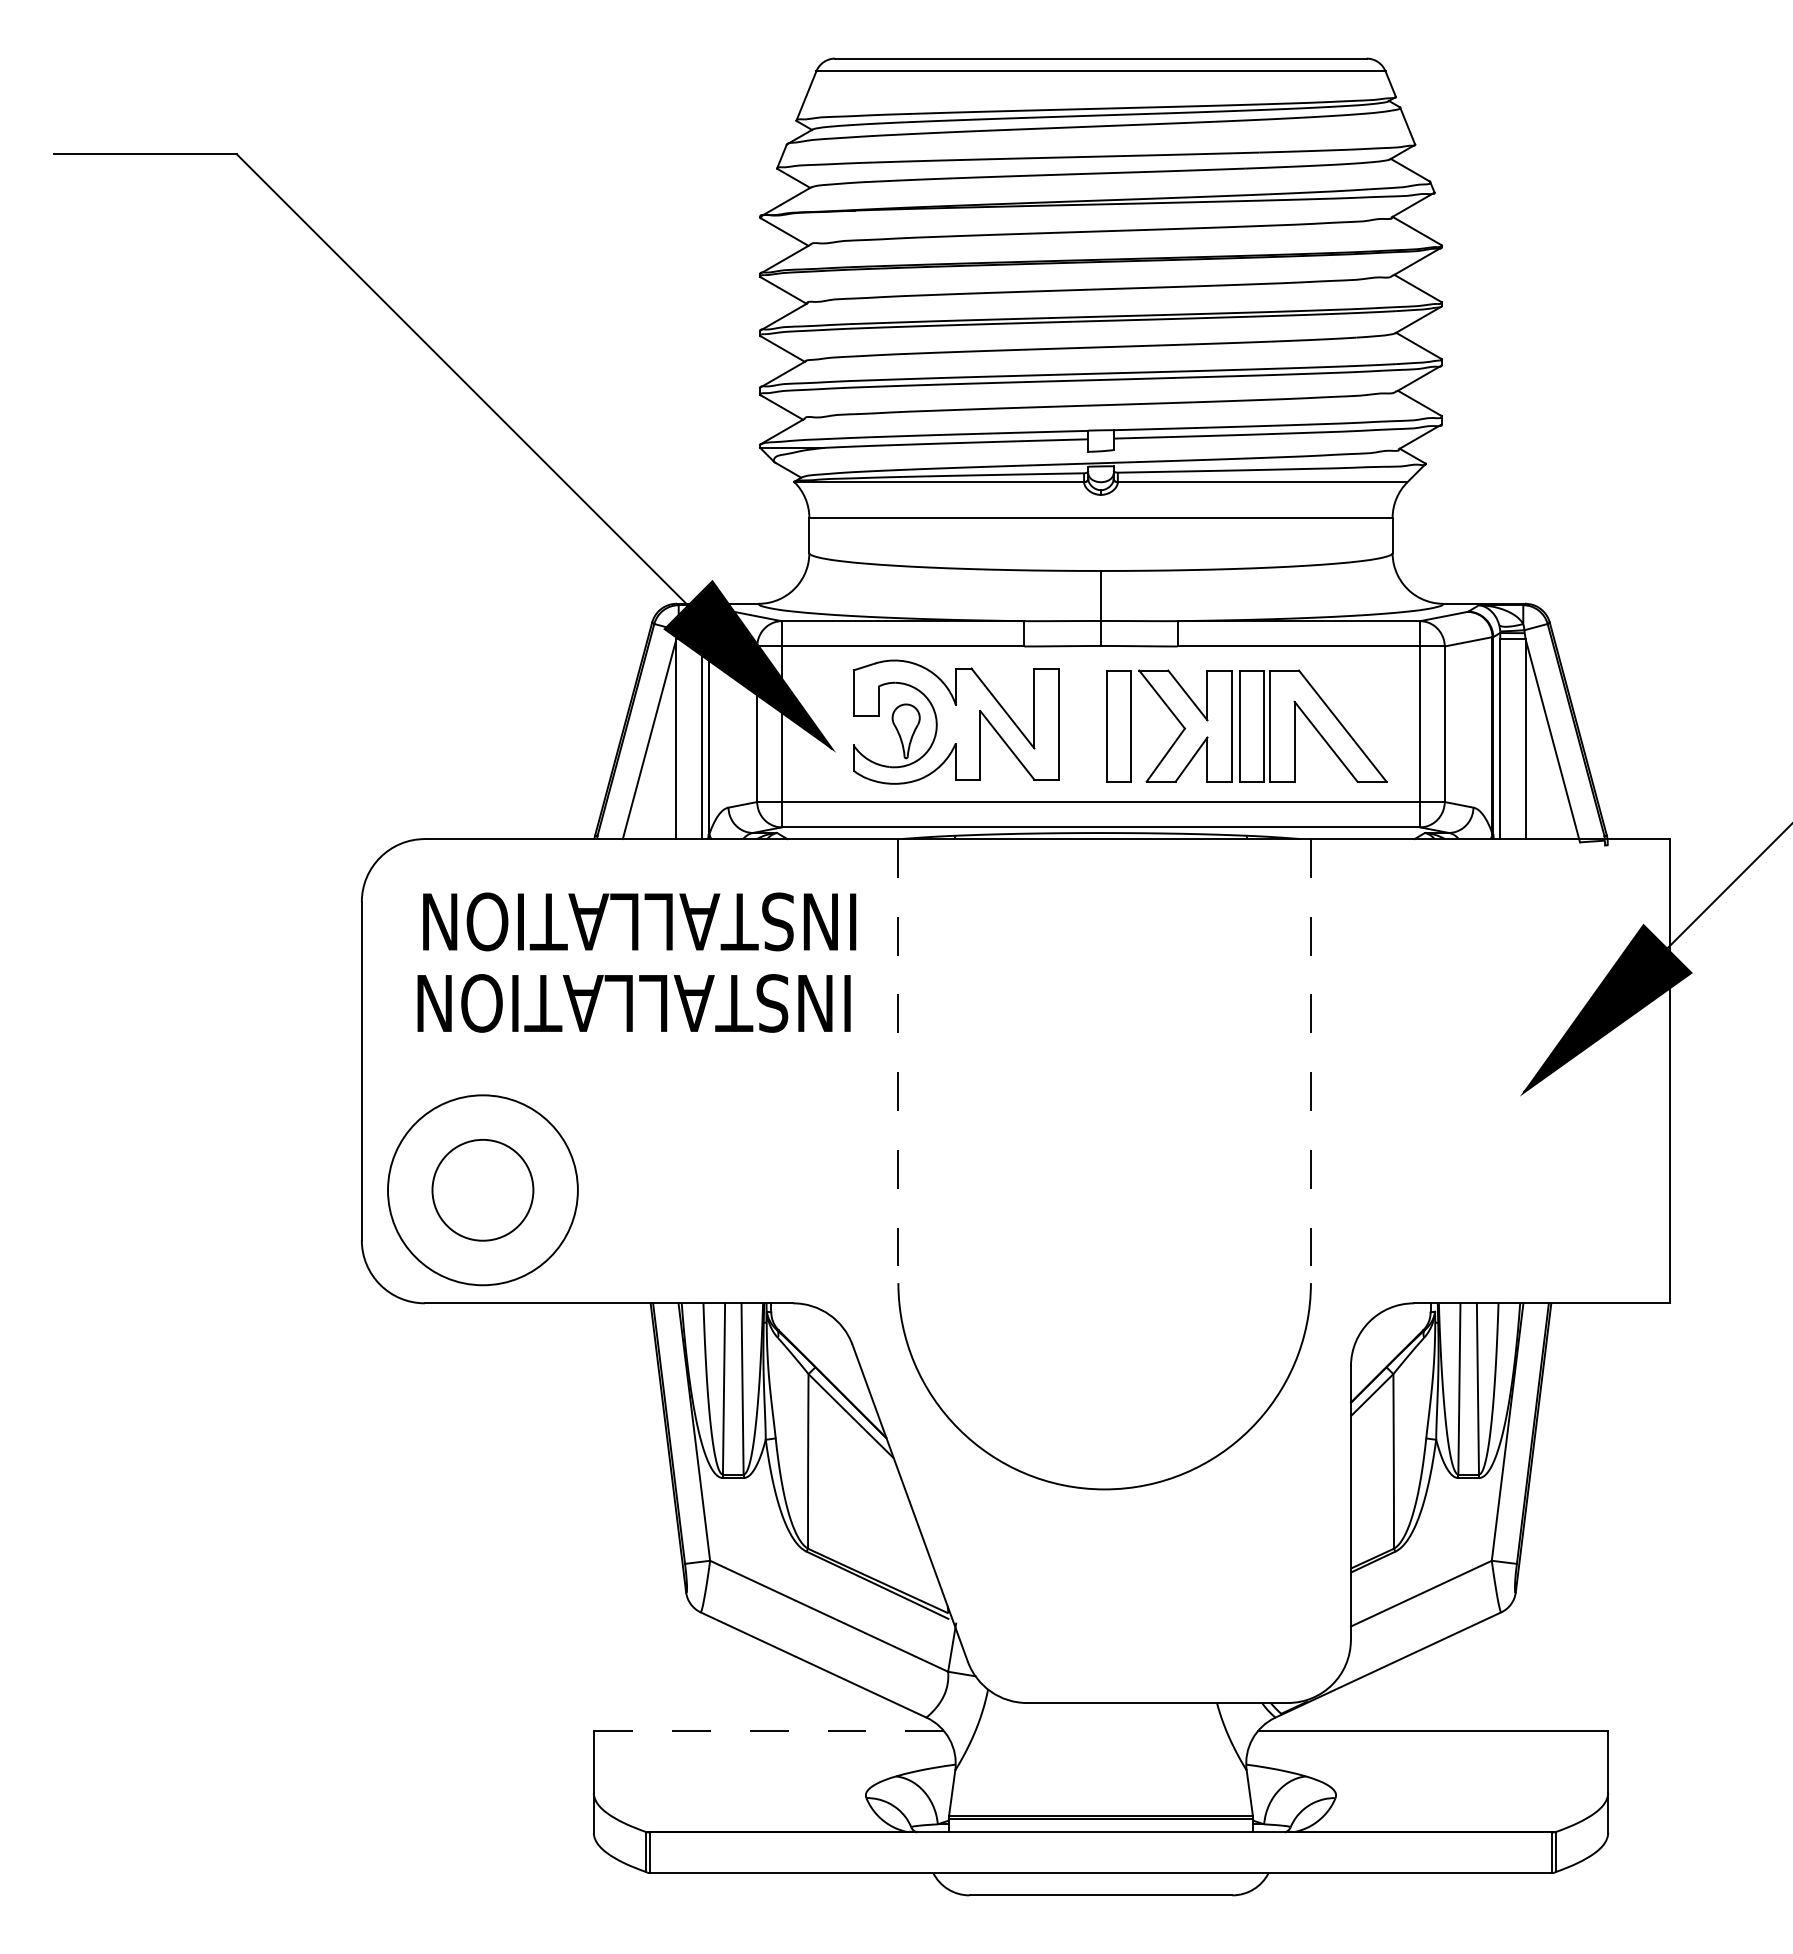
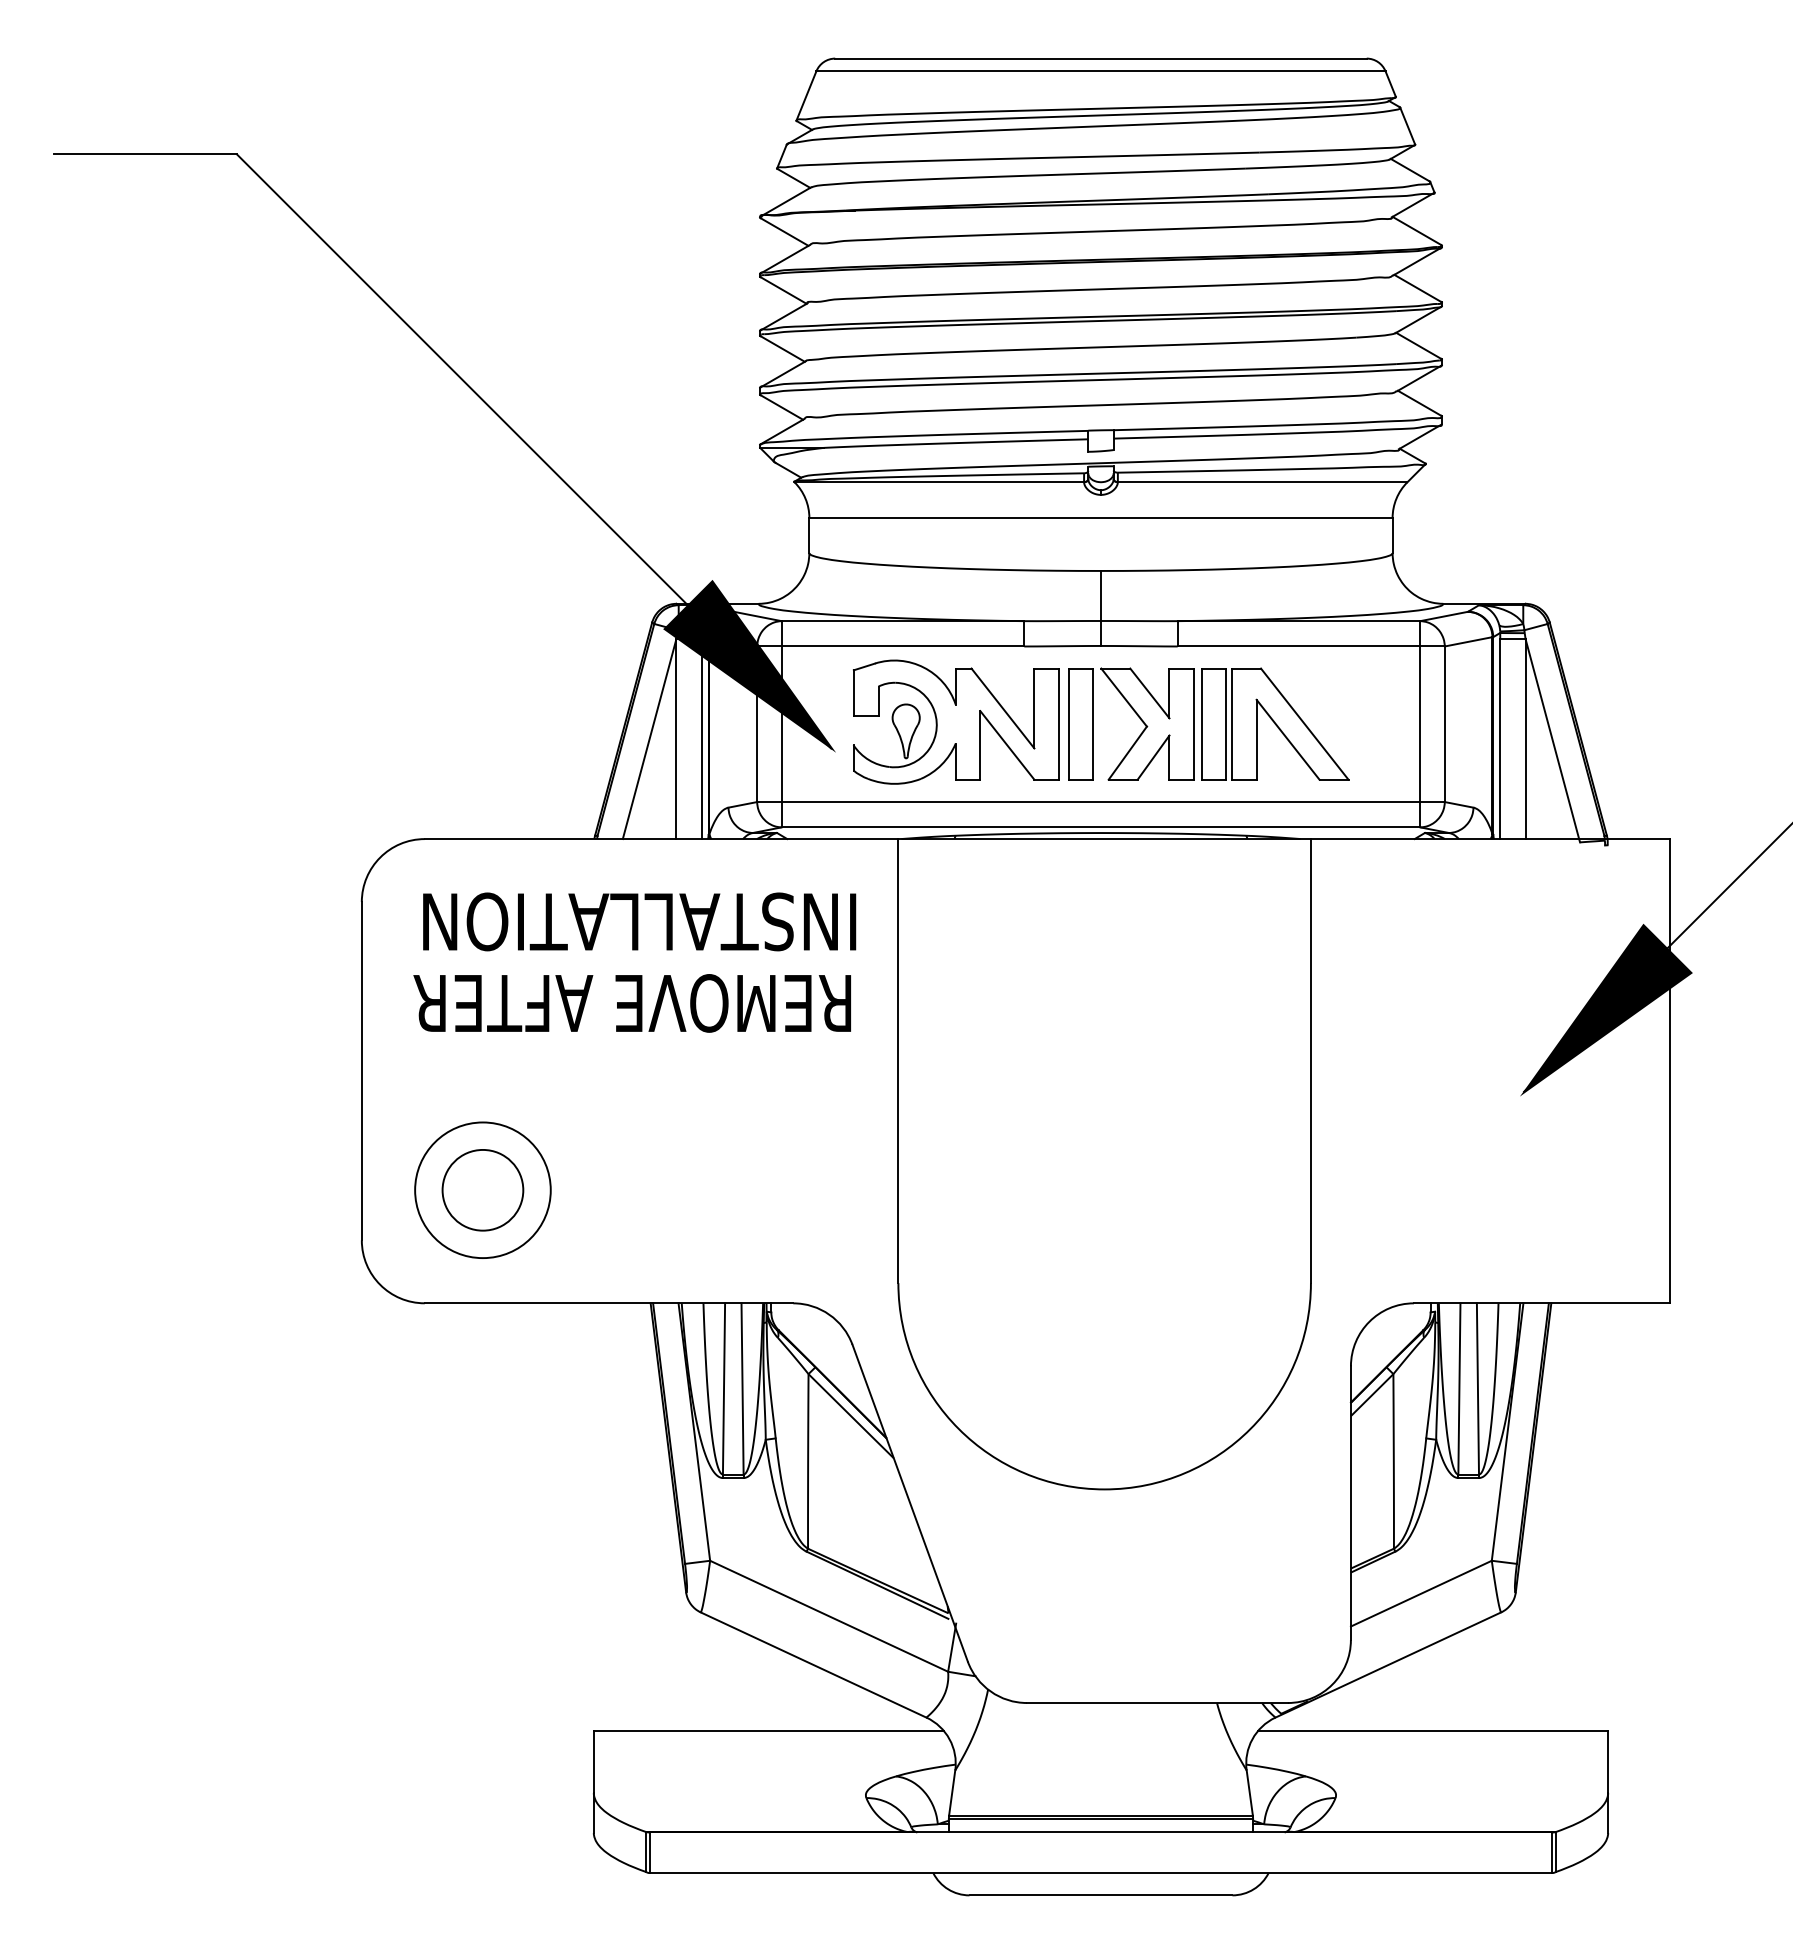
part at (1246, 725) position: (1246, 725) -> (1208, 723)
text at (632, 1003): INSTALLATION -> REMOVE AFTER
line at (898, 1061): dashed -> solid
line at (1310, 1061): dashed -> solid
circle at (482, 1189) diameter: 101 px -> 81 px
circle at (482, 1190) diameter: 190 px -> 136 px
line at (768, 1731): dashed -> solid
